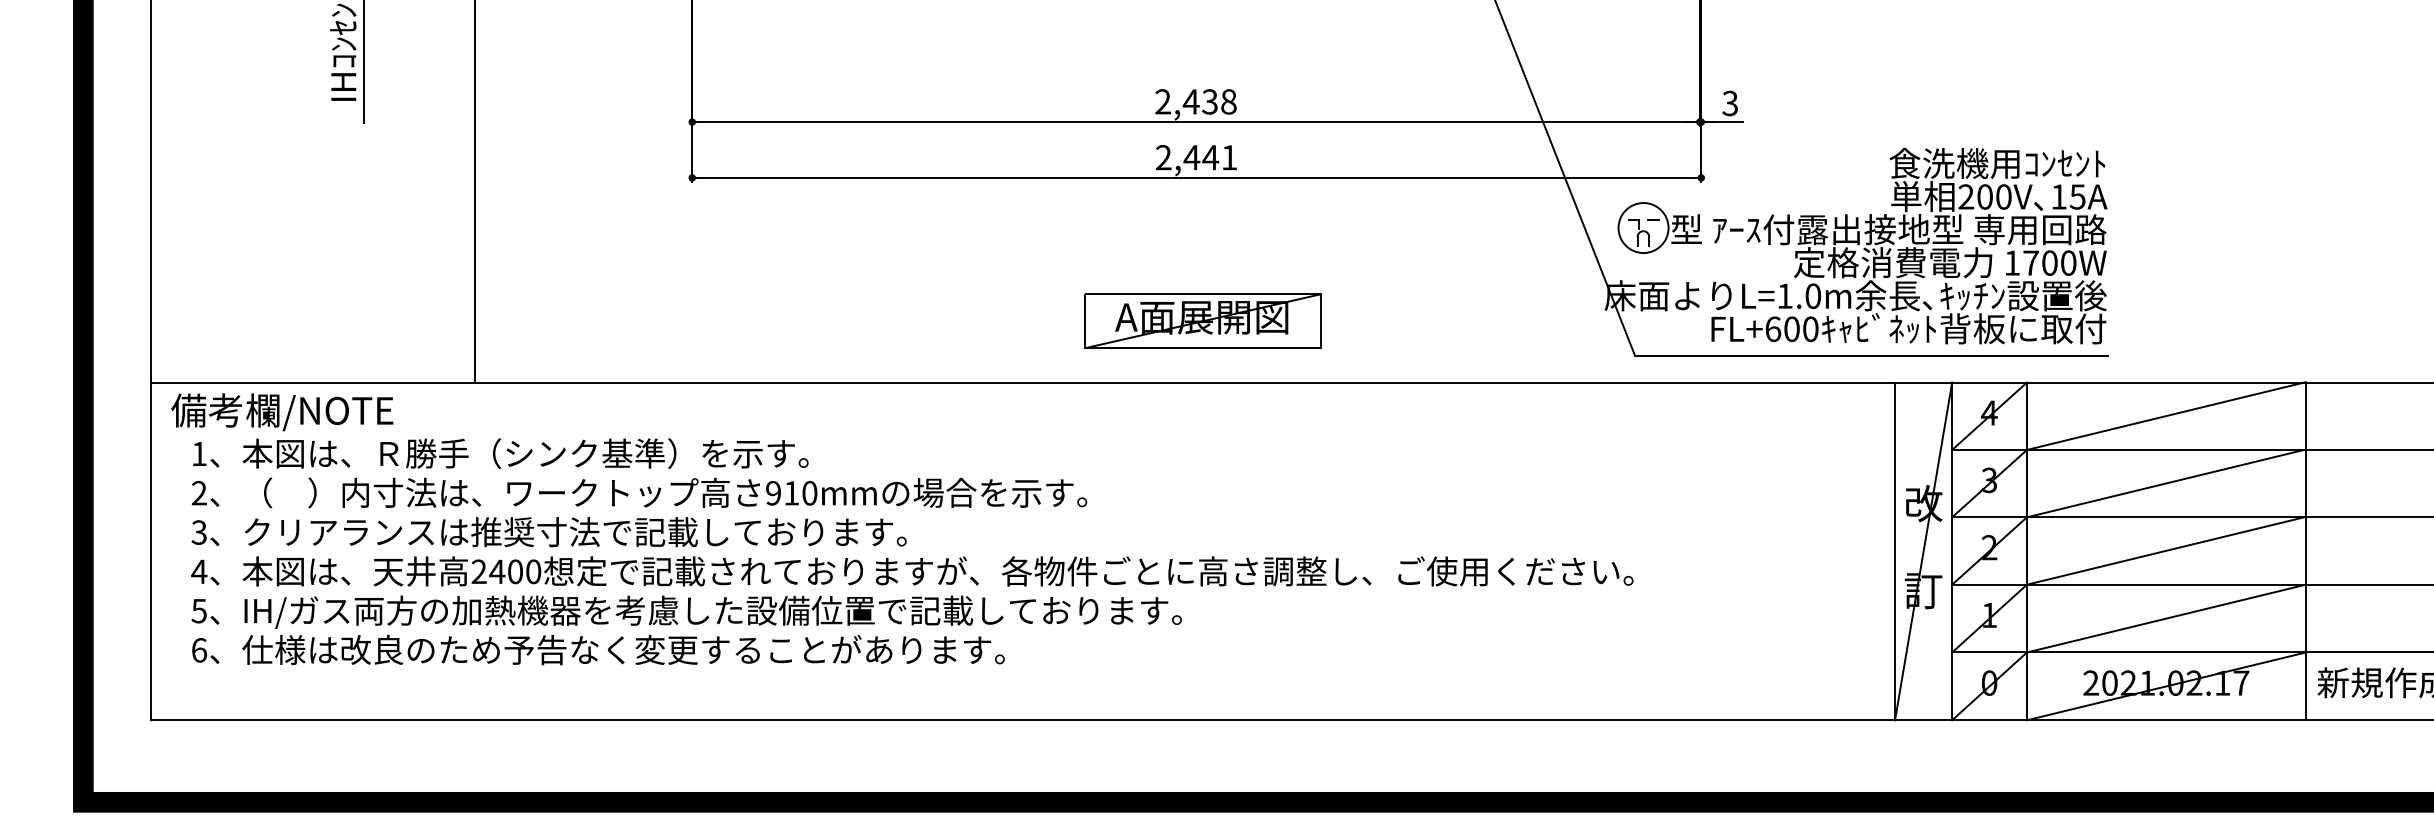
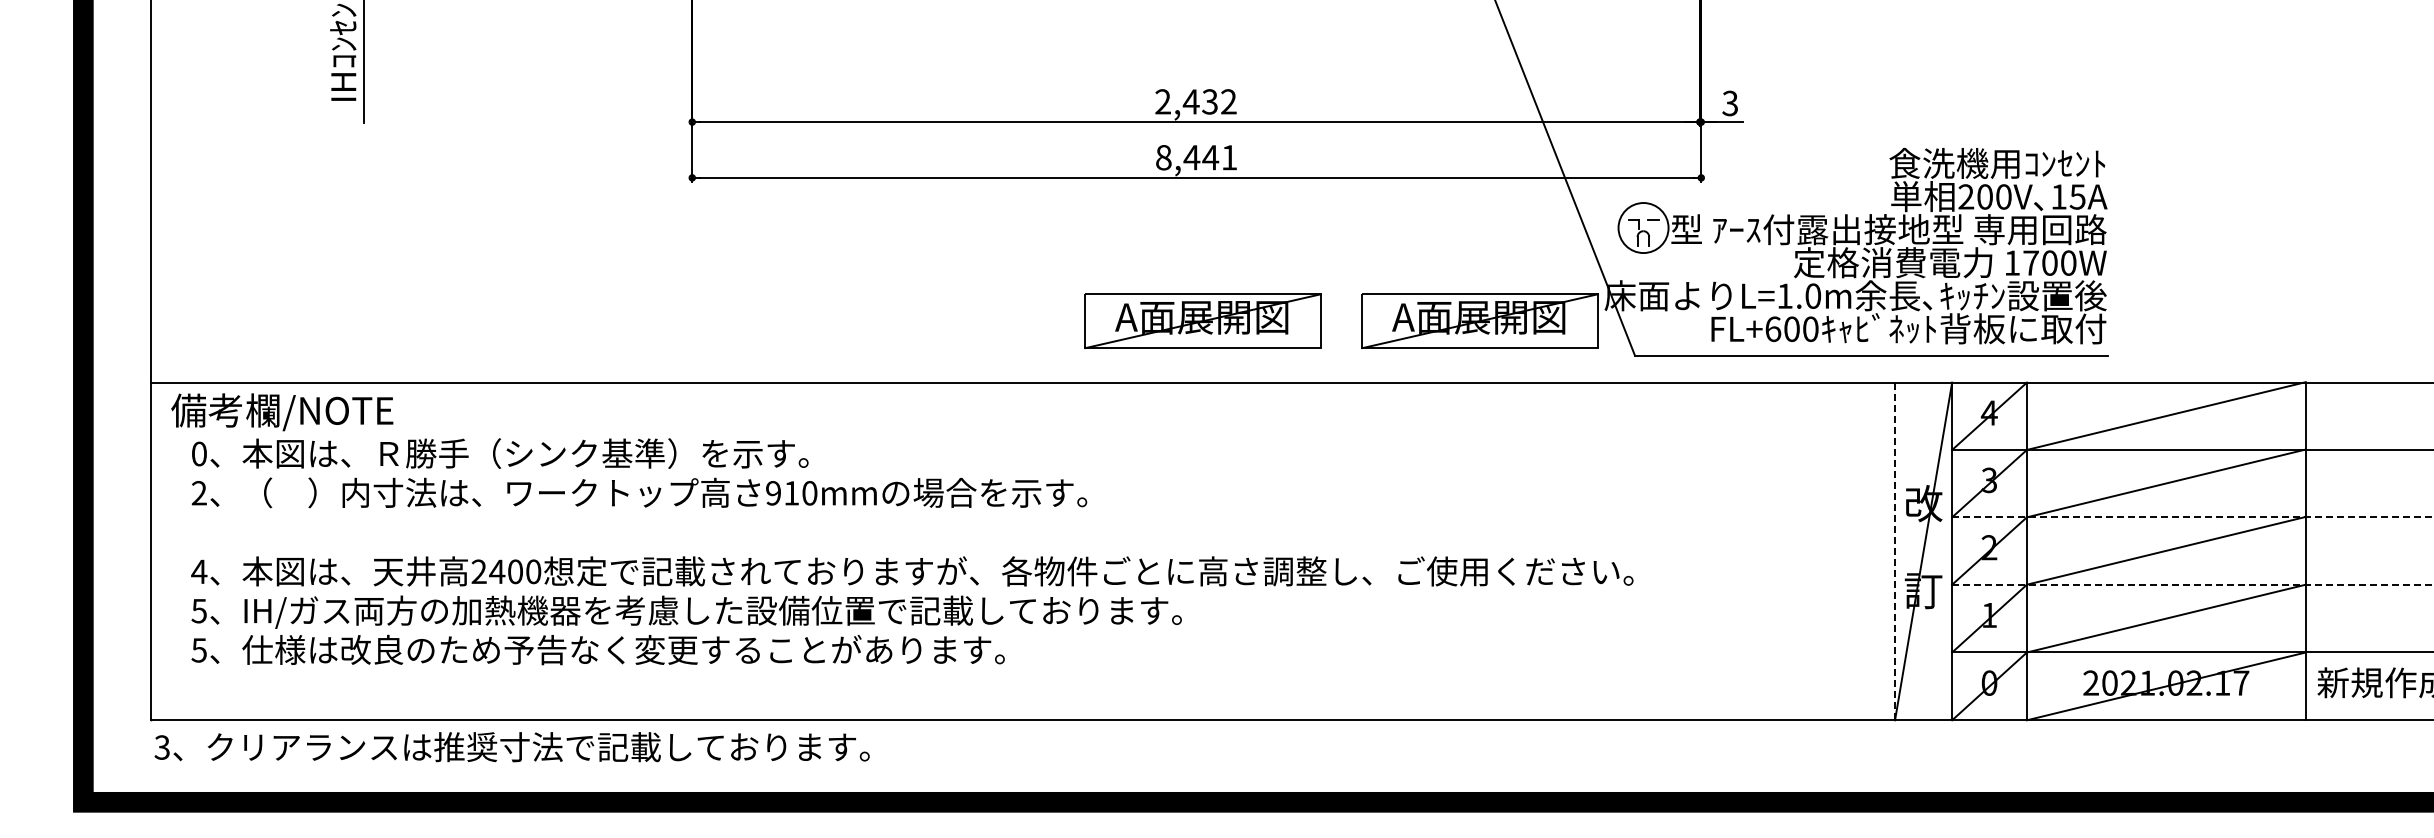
text at (1228, 101): 2,438 -> 2,432
text at (1163, 157): 2,441 -> 8,441
line at (475, 192): present -> none
part at (1479, 321): none -> present
text at (199, 453): 1 -> 0
line at (2193, 517): solid -> dashed
text at (548, 532) position: (548, 532) -> (511, 747)
line at (1895, 551): solid -> dashed
line at (2193, 584): solid -> dashed
text at (199, 650): 6 -> 5
